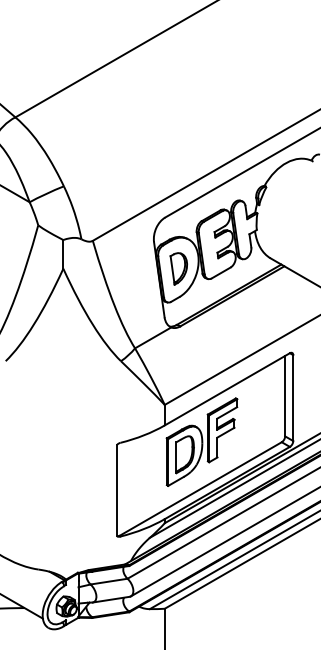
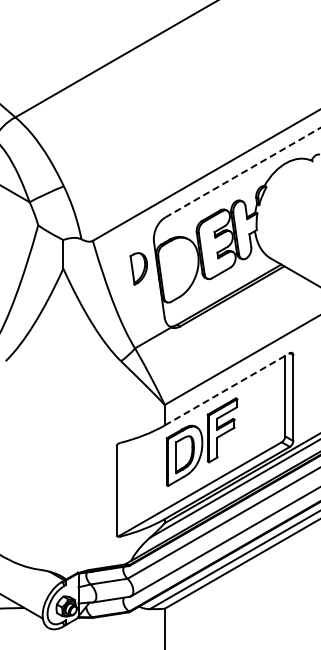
line at (242, 172): solid -> dashed
part at (178, 268) position: (178, 268) -> (138, 268)
line at (227, 389): solid -> dashed
